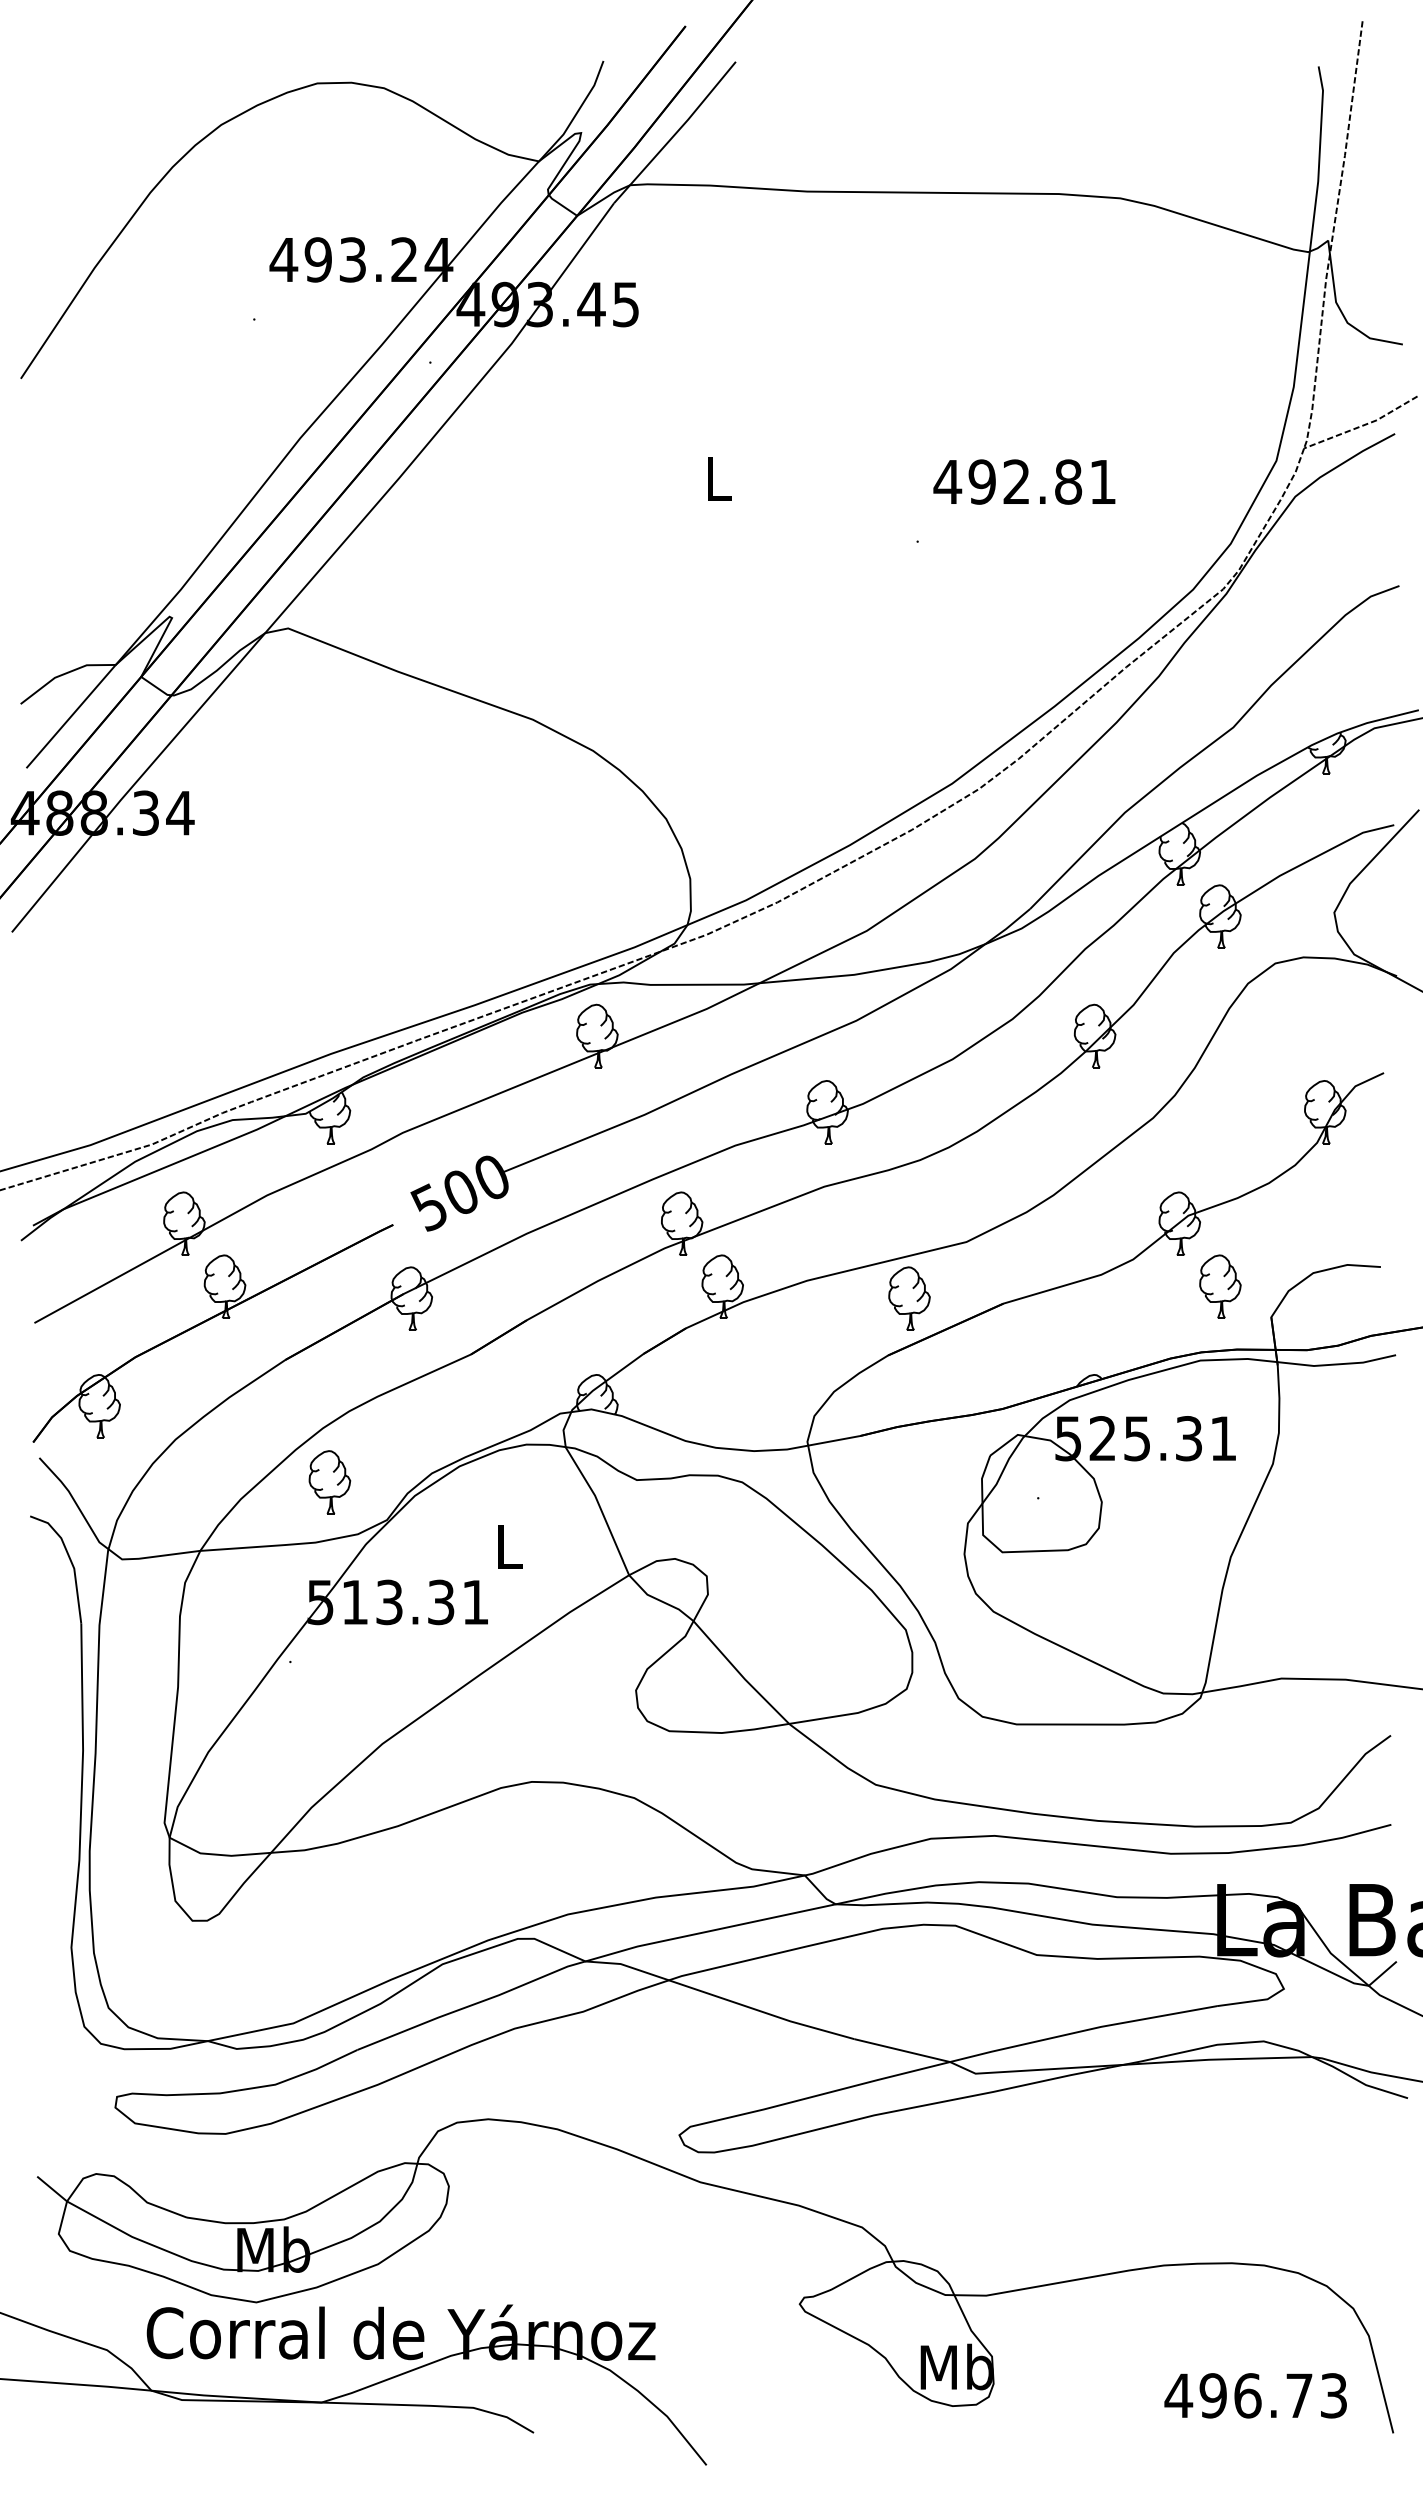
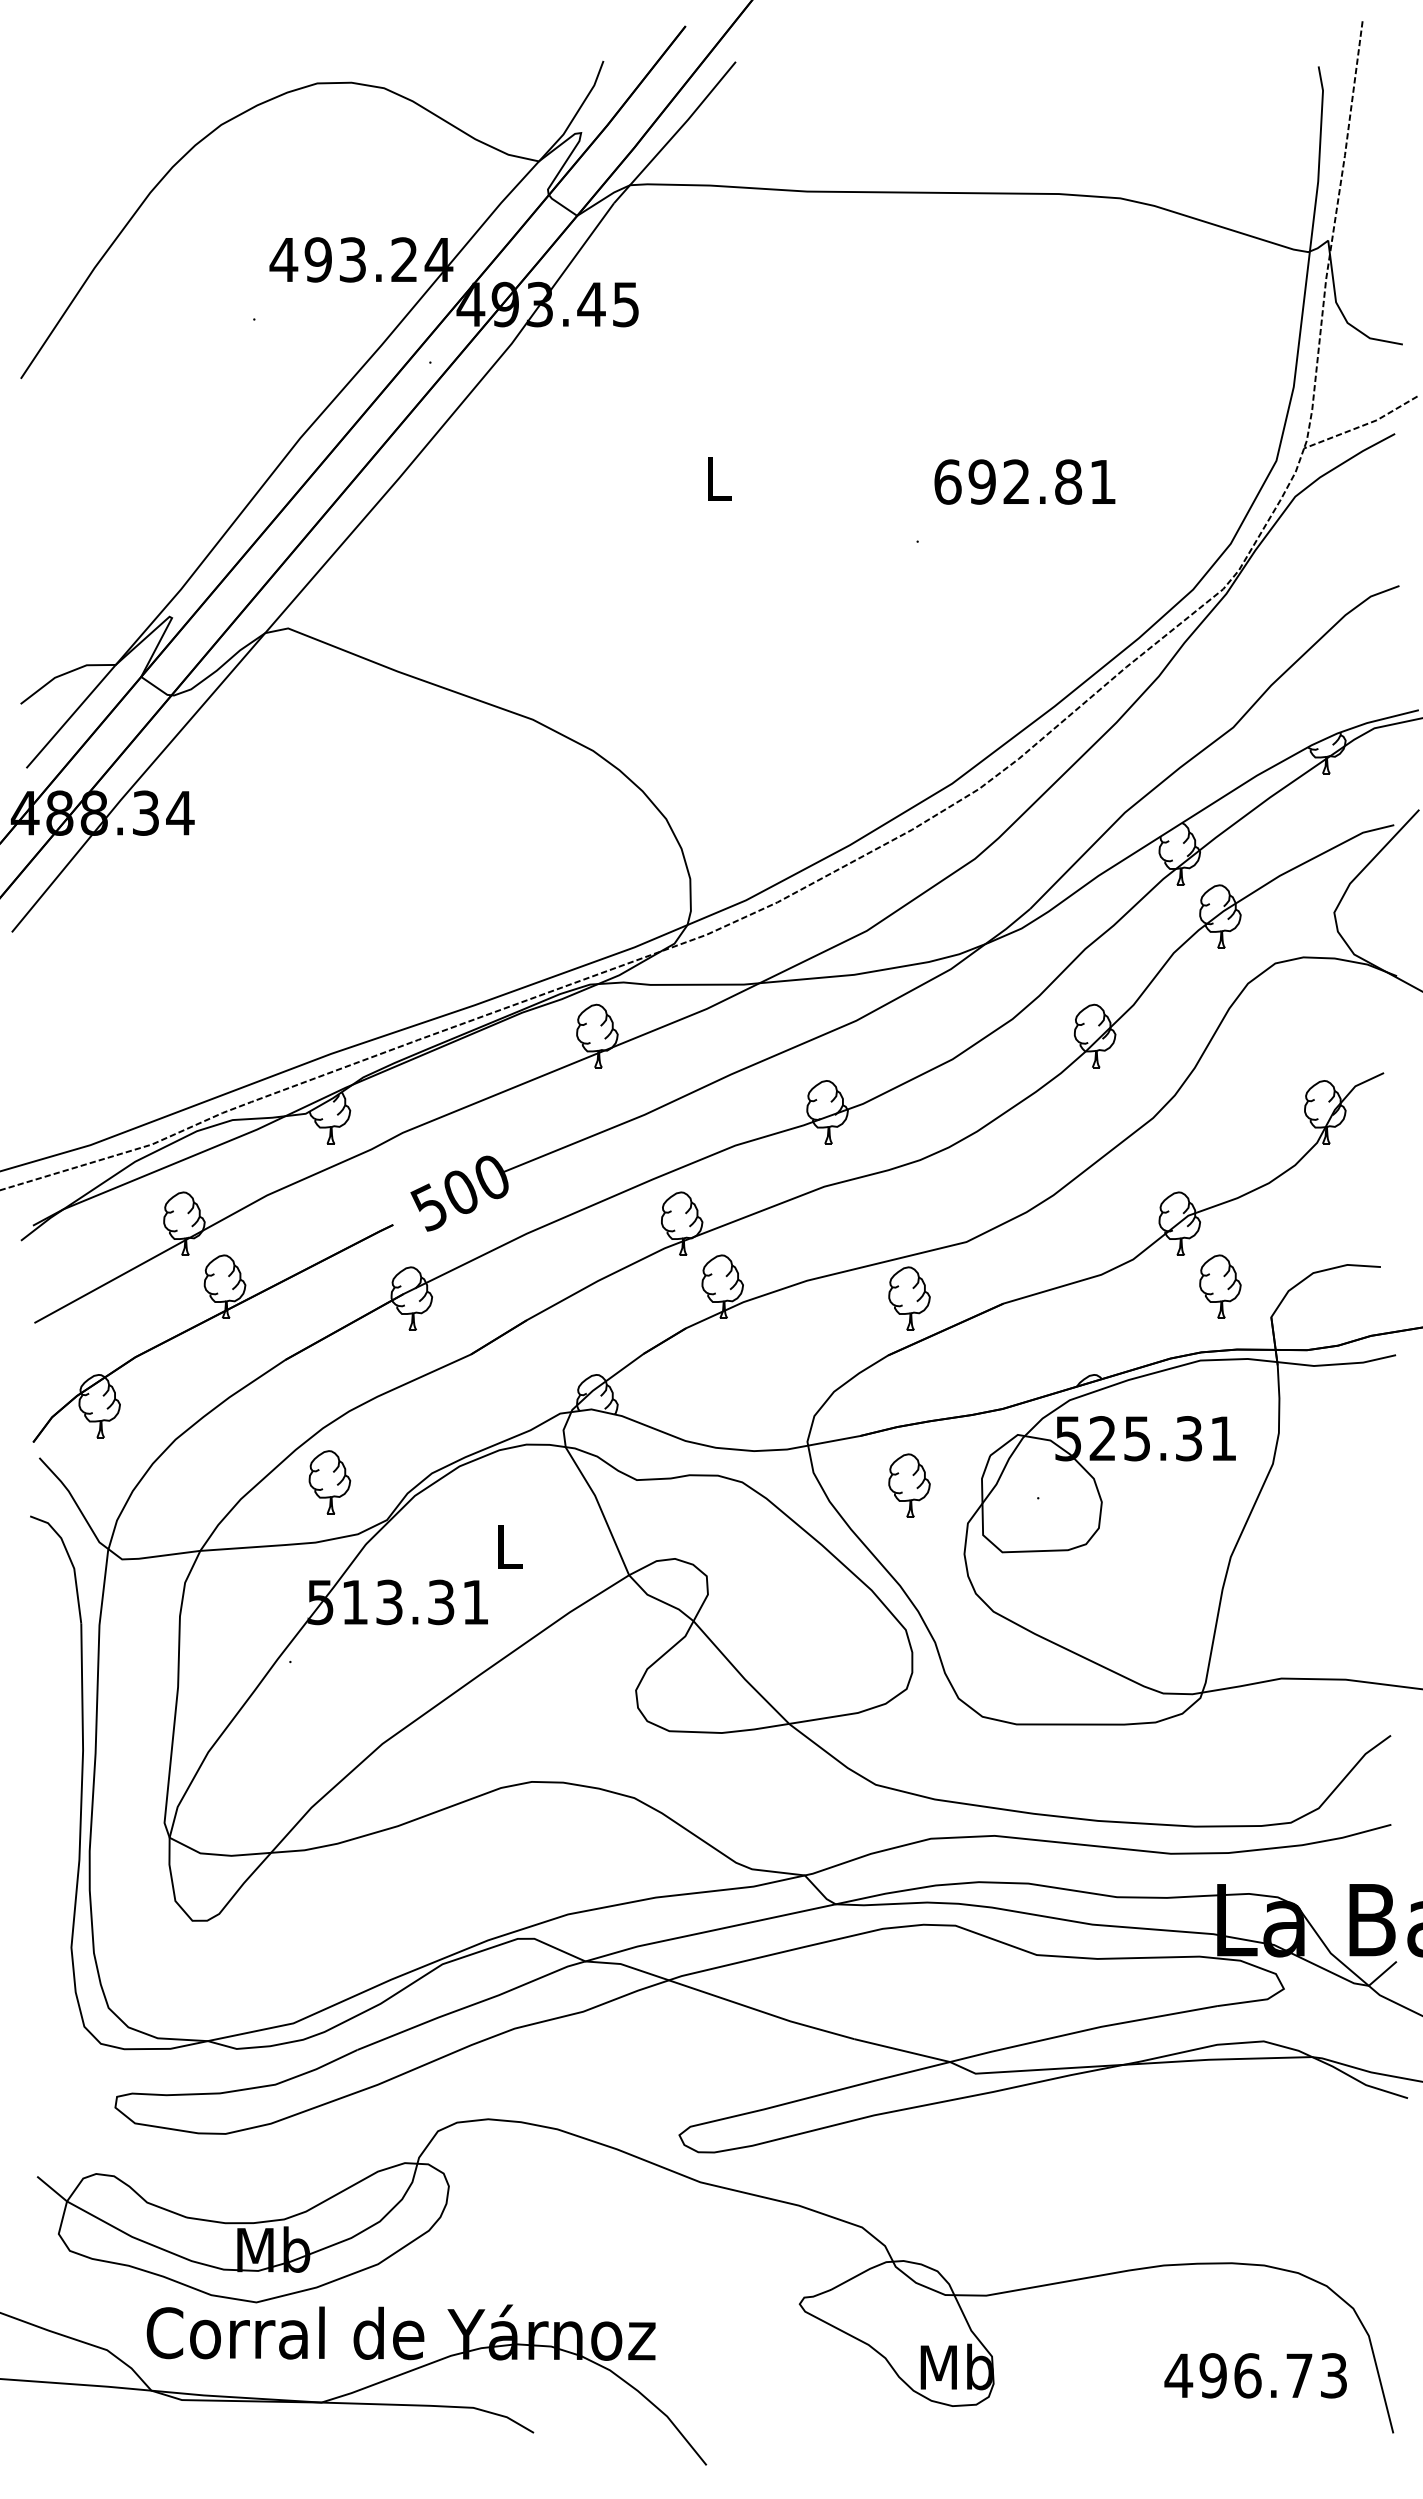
text at (947, 481): 492.81 -> 692.81
part at (909, 1485): none -> present
text at (1255, 2395) position: (1255, 2395) -> (1255, 2375)
